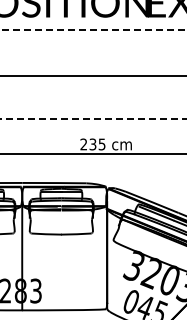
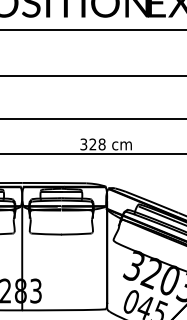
line at (93, 30): dashed -> solid
line at (93, 119): dashed -> solid
text at (92, 144): 235 -> 328
